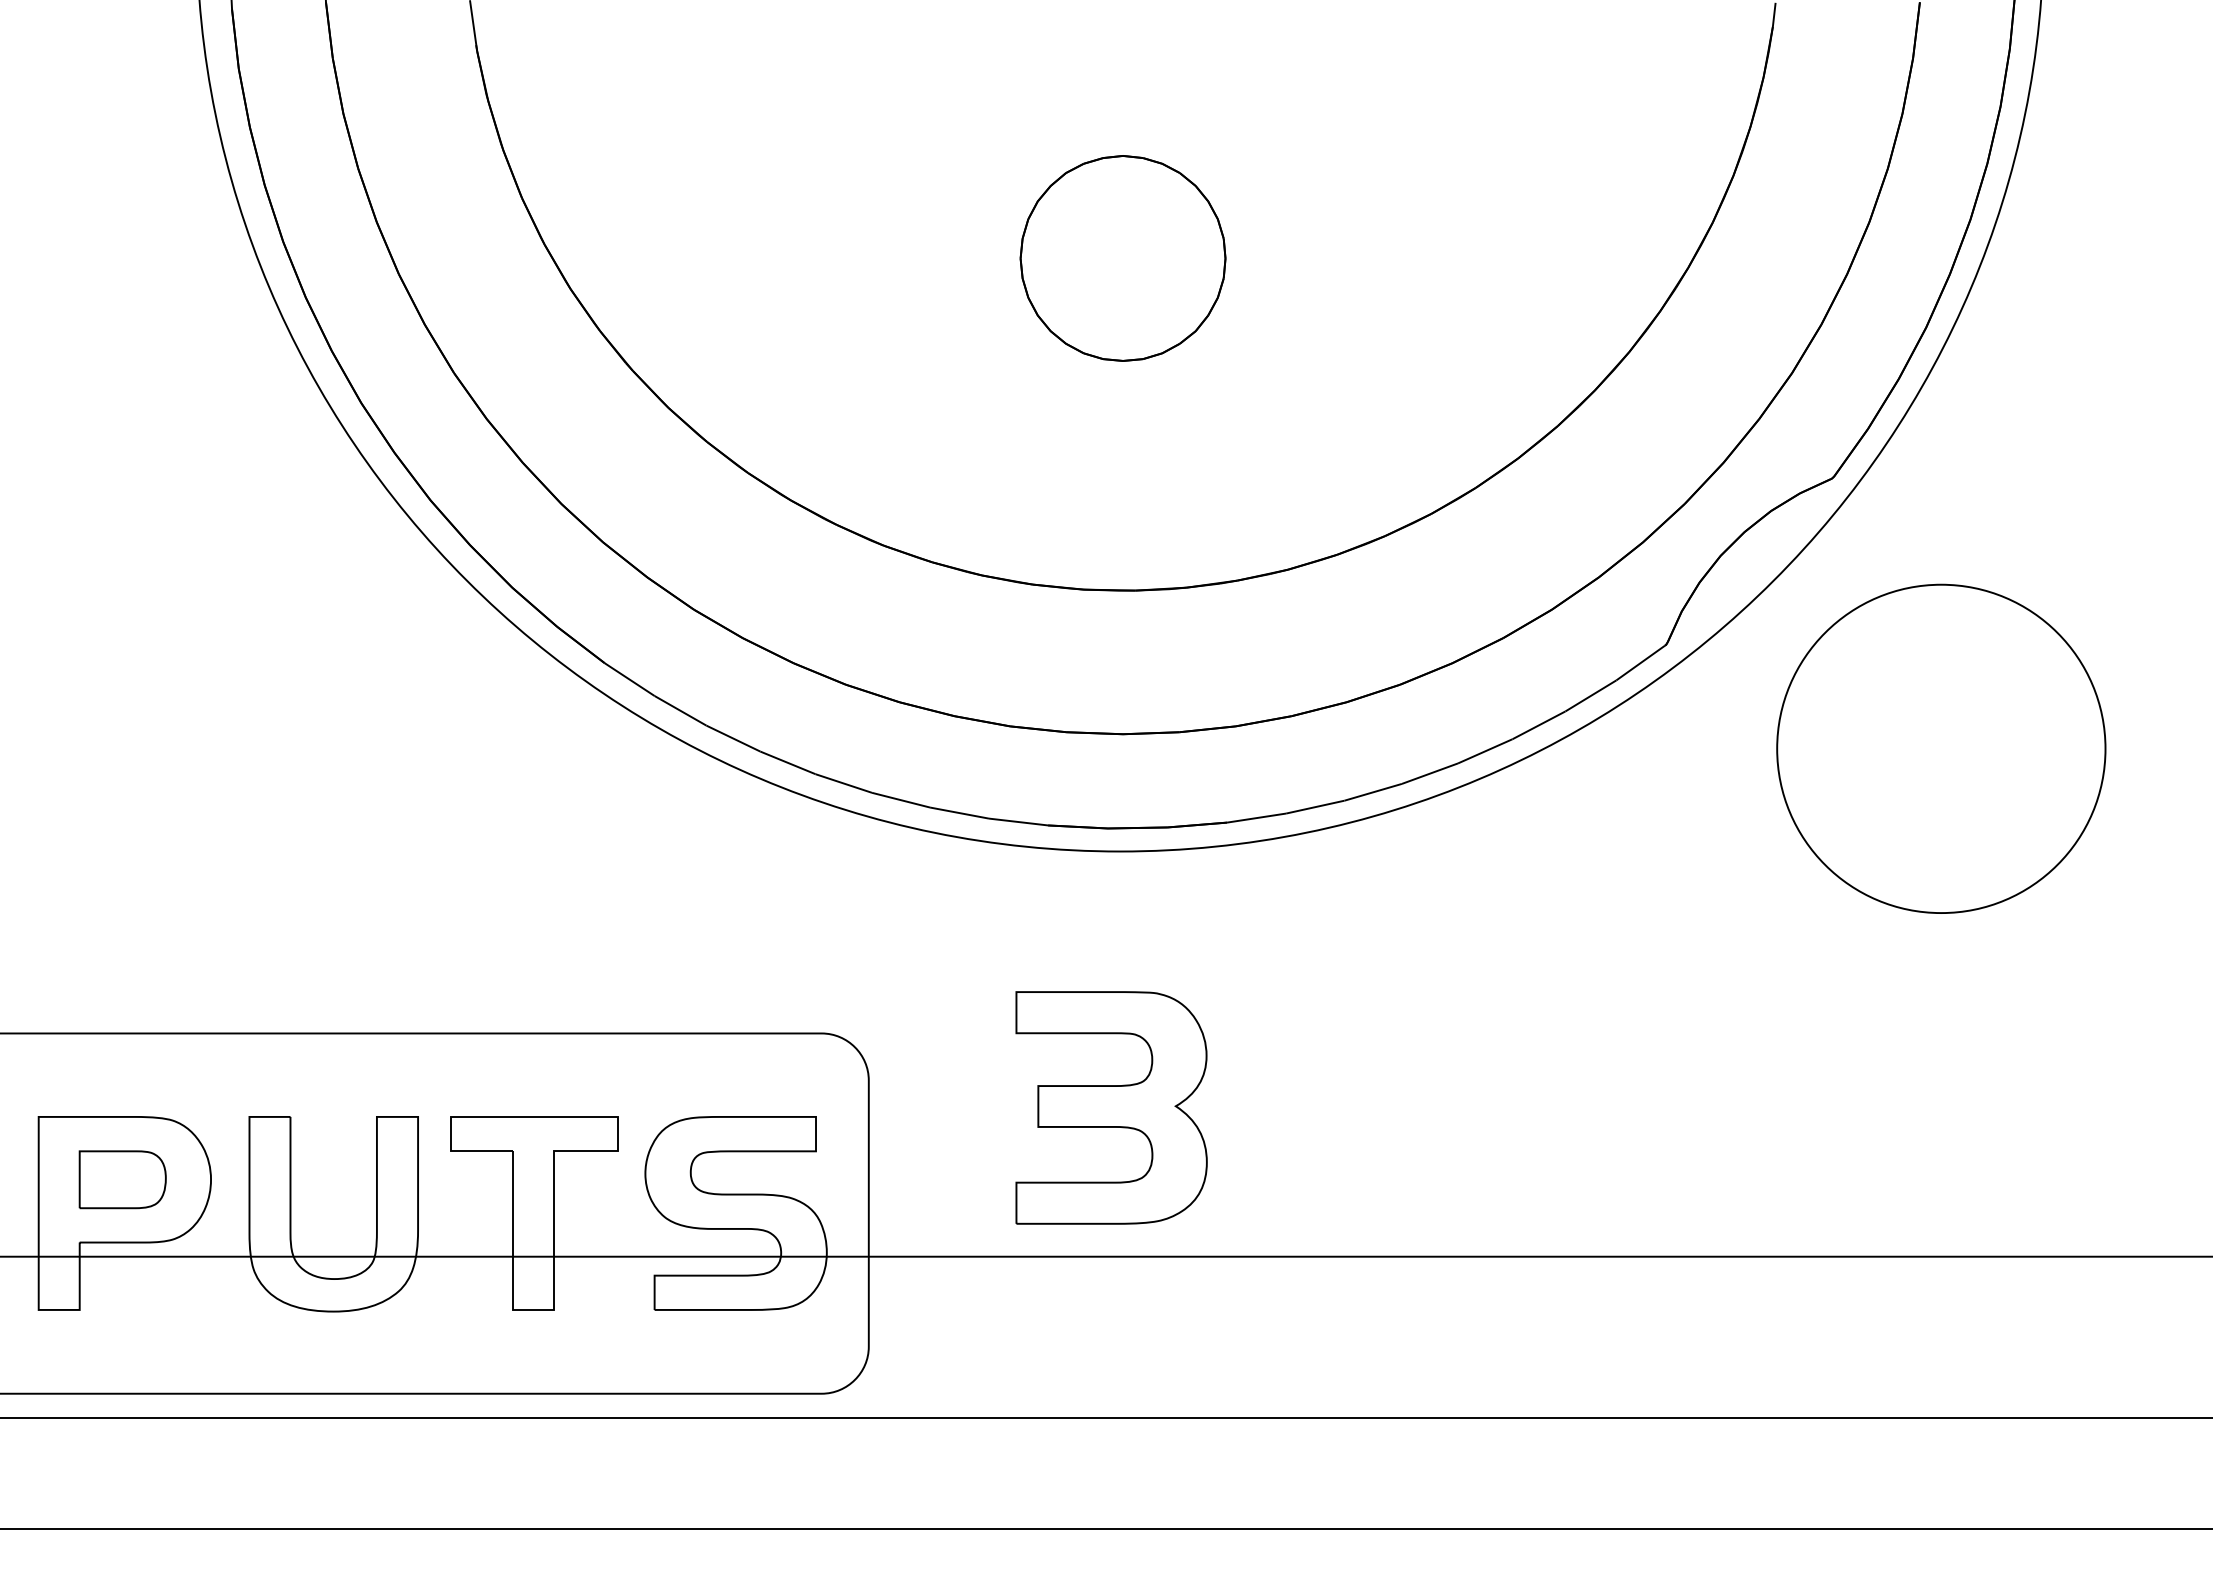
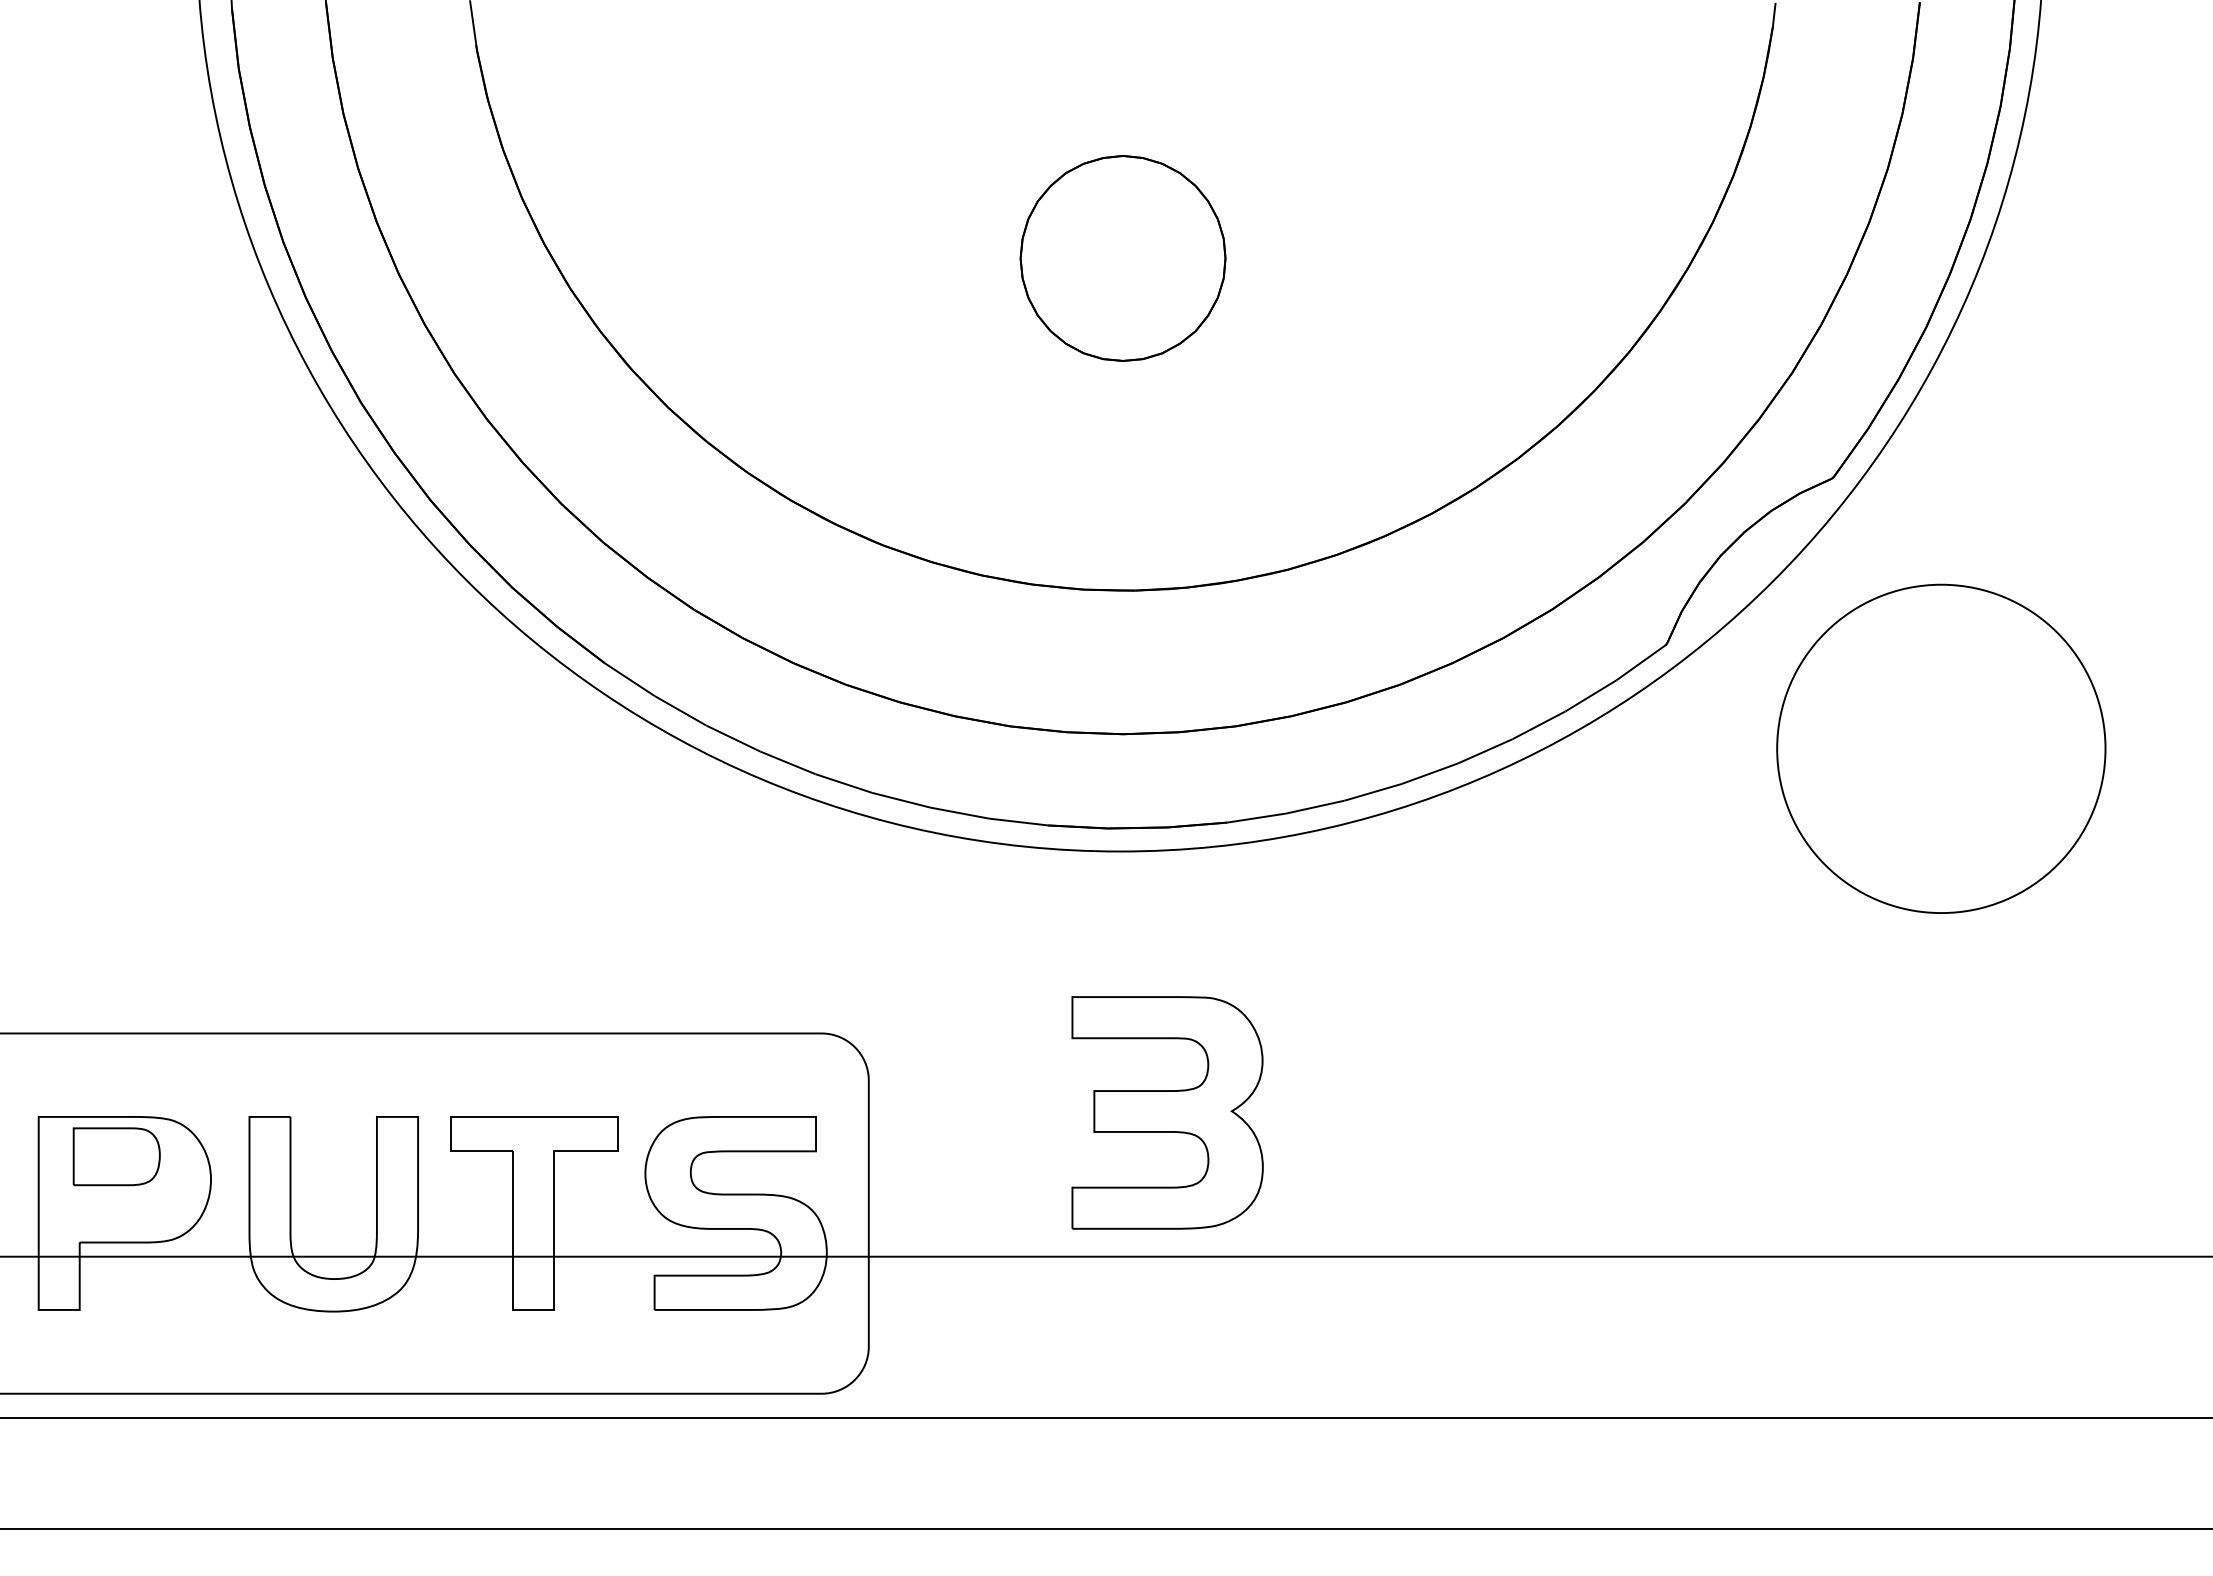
part at (1111, 1107) position: (1111, 1107) -> (1167, 1112)
part at (122, 1179) position: (122, 1179) -> (116, 1156)
